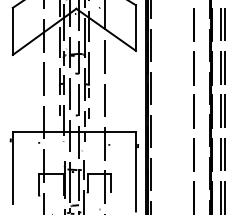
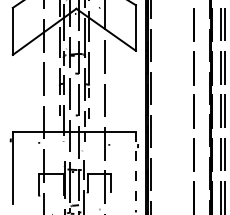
line at (136, 171): solid -> dashed
